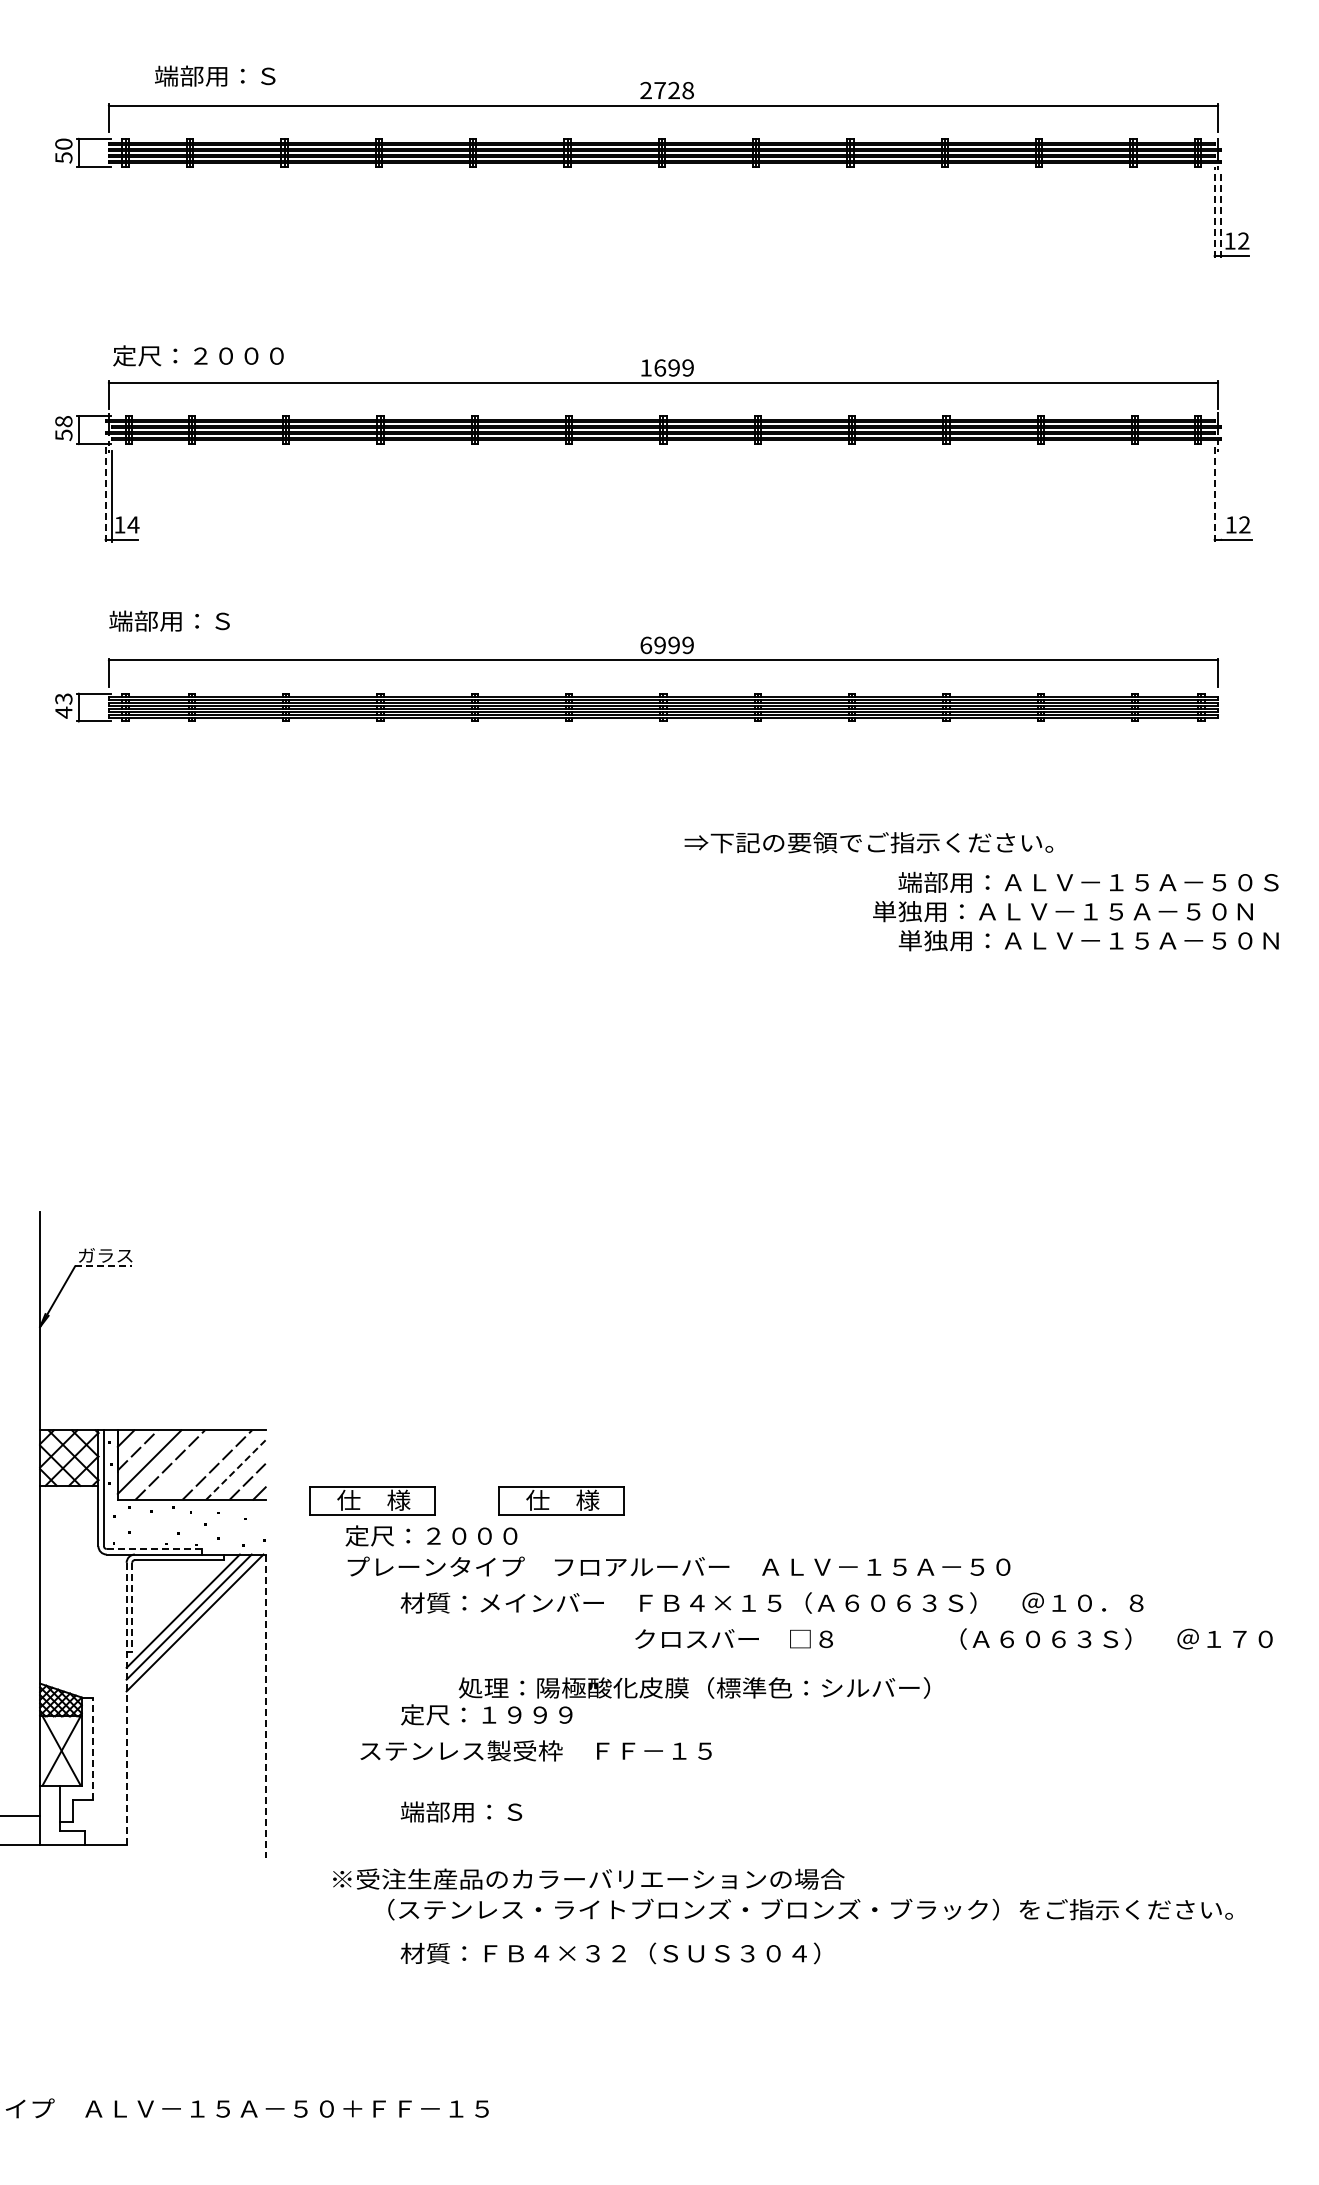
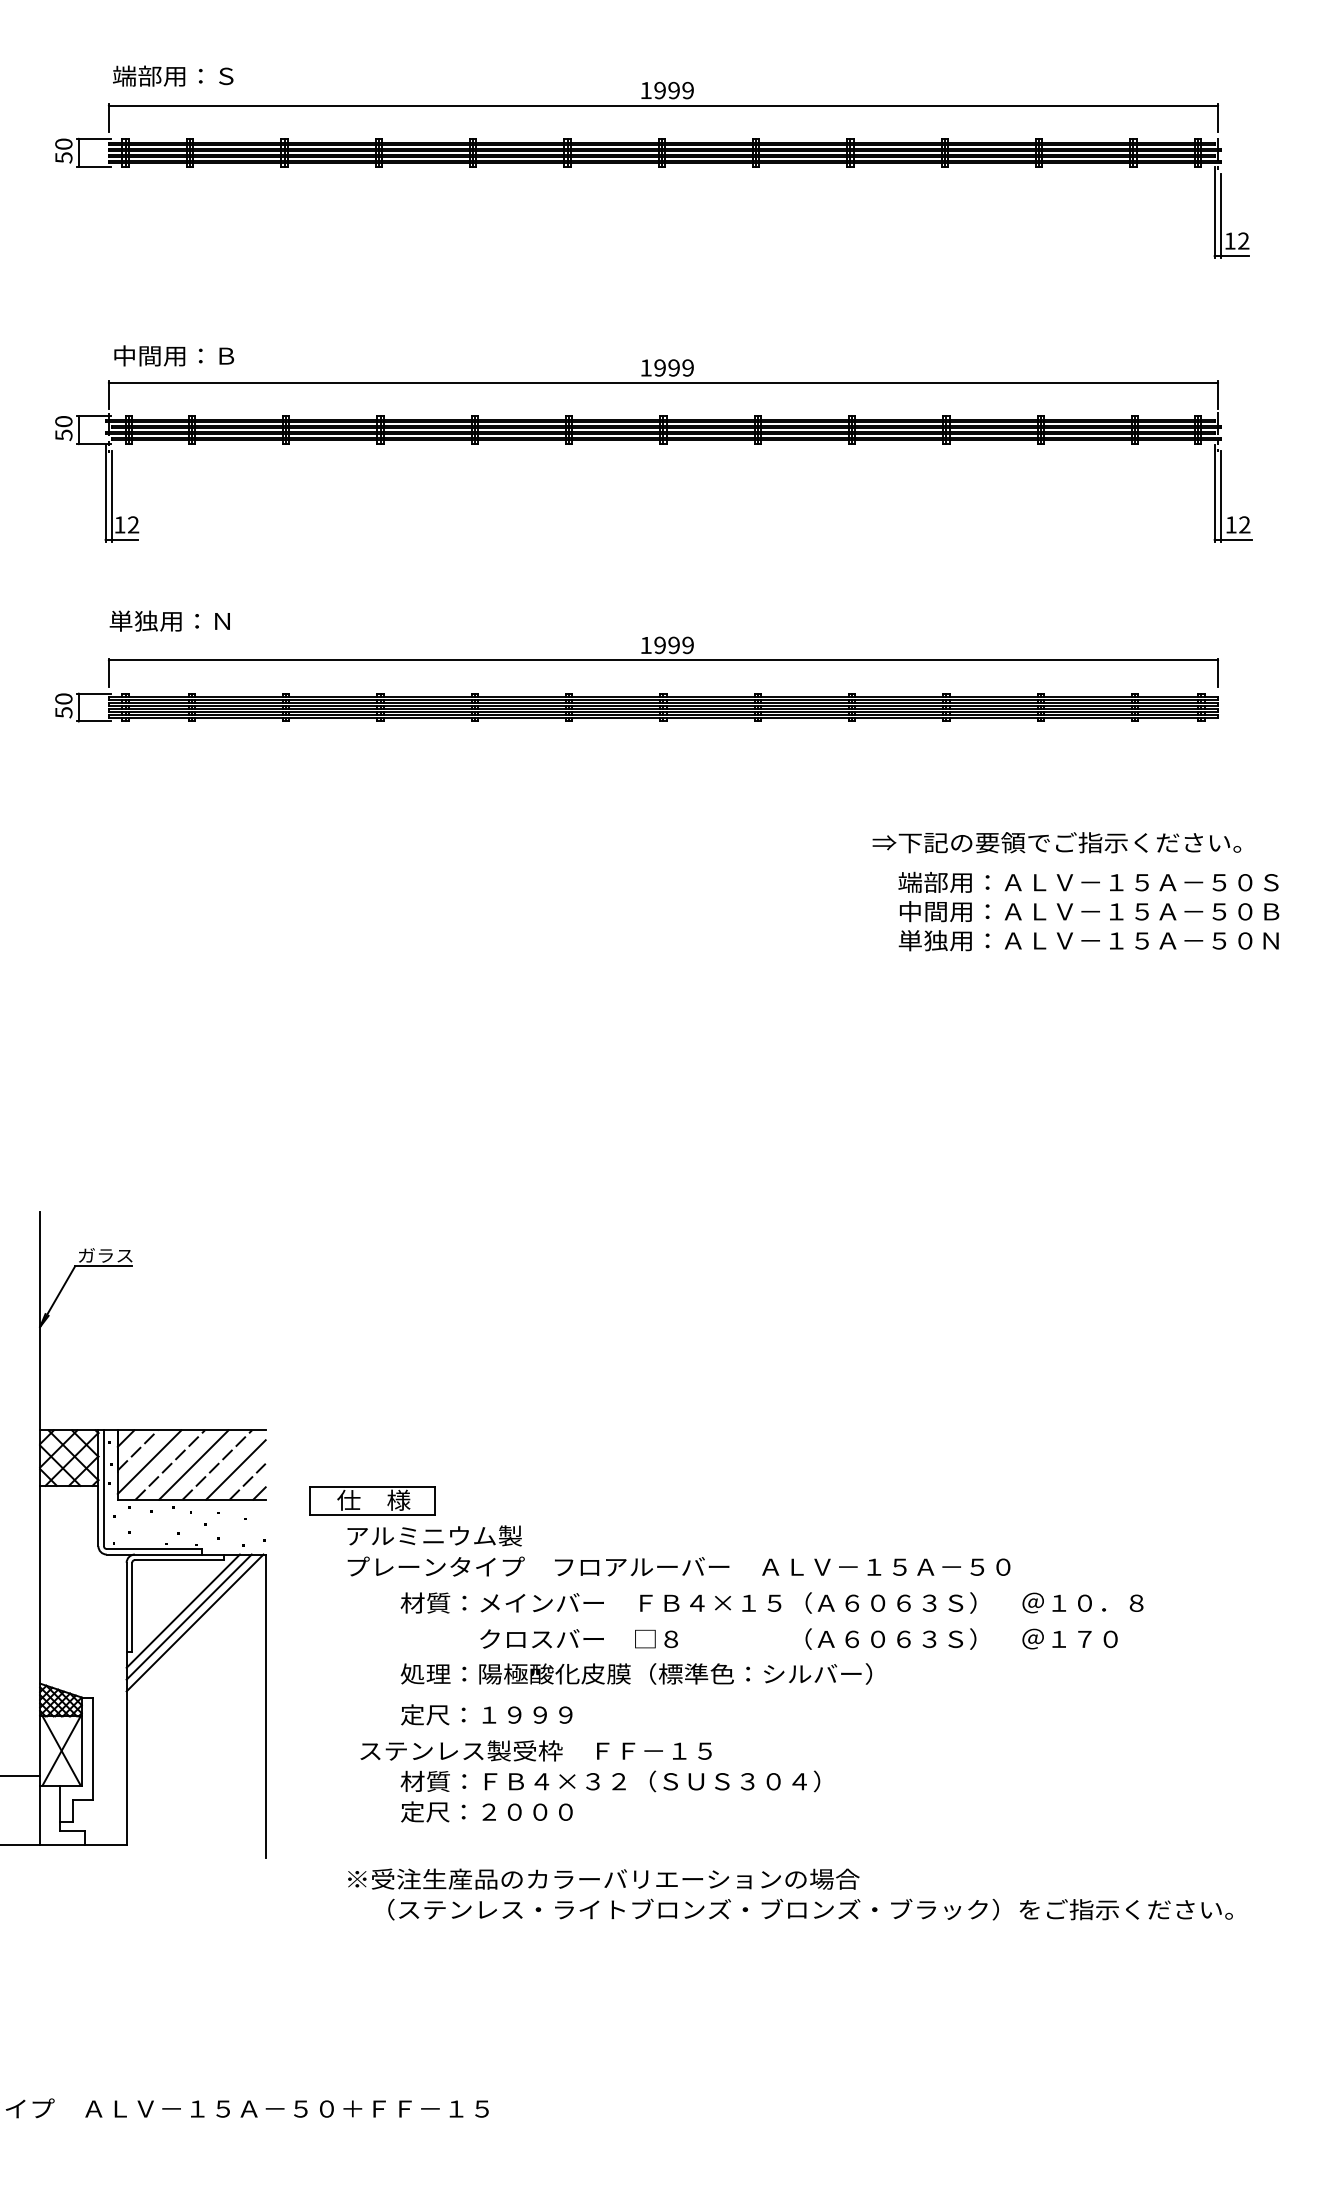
text at (215, 75) position: (215, 75) -> (173, 75)
text at (666, 90): 2728 -> 1999
line at (1214, 211): dashed -> solid
line at (1221, 215): dashed -> solid
text at (198, 356): 定尺：２０００ -> 中間用：Ｂ
text at (660, 367): 1699 -> 1999
text at (63, 421): 58 -> 50
line at (105, 492): dashed -> solid
line at (1214, 492): dashed -> solid
line at (1221, 495): none -> present
text at (133, 524): 14 -> 12
text at (169, 620): 端部用：Ｓ -> 単独用：Ｎ
text at (646, 645): 6999 -> 1999
text at (63, 705): 43 -> 50
text at (868, 842) position: (868, 842) -> (1056, 842)
text at (1076, 911): 単独用：ＡＬＶ－１５Ａ－５０Ｎ -> 中間用：ＡＬＶ－１５Ａ－５０Ｂ
line at (103, 1266): dashed -> solid
line at (193, 1464): none -> present
line at (236, 1469): dashed -> solid
part at (561, 1500): present -> none
text at (433, 1535): 定尺：２０００ -> アルミニウム製
line at (154, 1548): dashed -> solid
line at (132, 1607): dashed -> solid
text at (953, 1638) position: (953, 1638) -> (798, 1638)
text at (694, 1687) position: (694, 1687) -> (636, 1673)
line at (126, 1703): dashed -> solid
line at (265, 1706): dashed -> solid
line at (92, 1748): dashed -> solid
text at (486, 1811): 端部用：Ｓ -> 定尺：２０００
line at (21, 1816) position: (21, 1816) -> (21, 1776)
text at (588, 1878) position: (588, 1878) -> (603, 1878)
text at (610, 1953) position: (610, 1953) -> (610, 1781)
